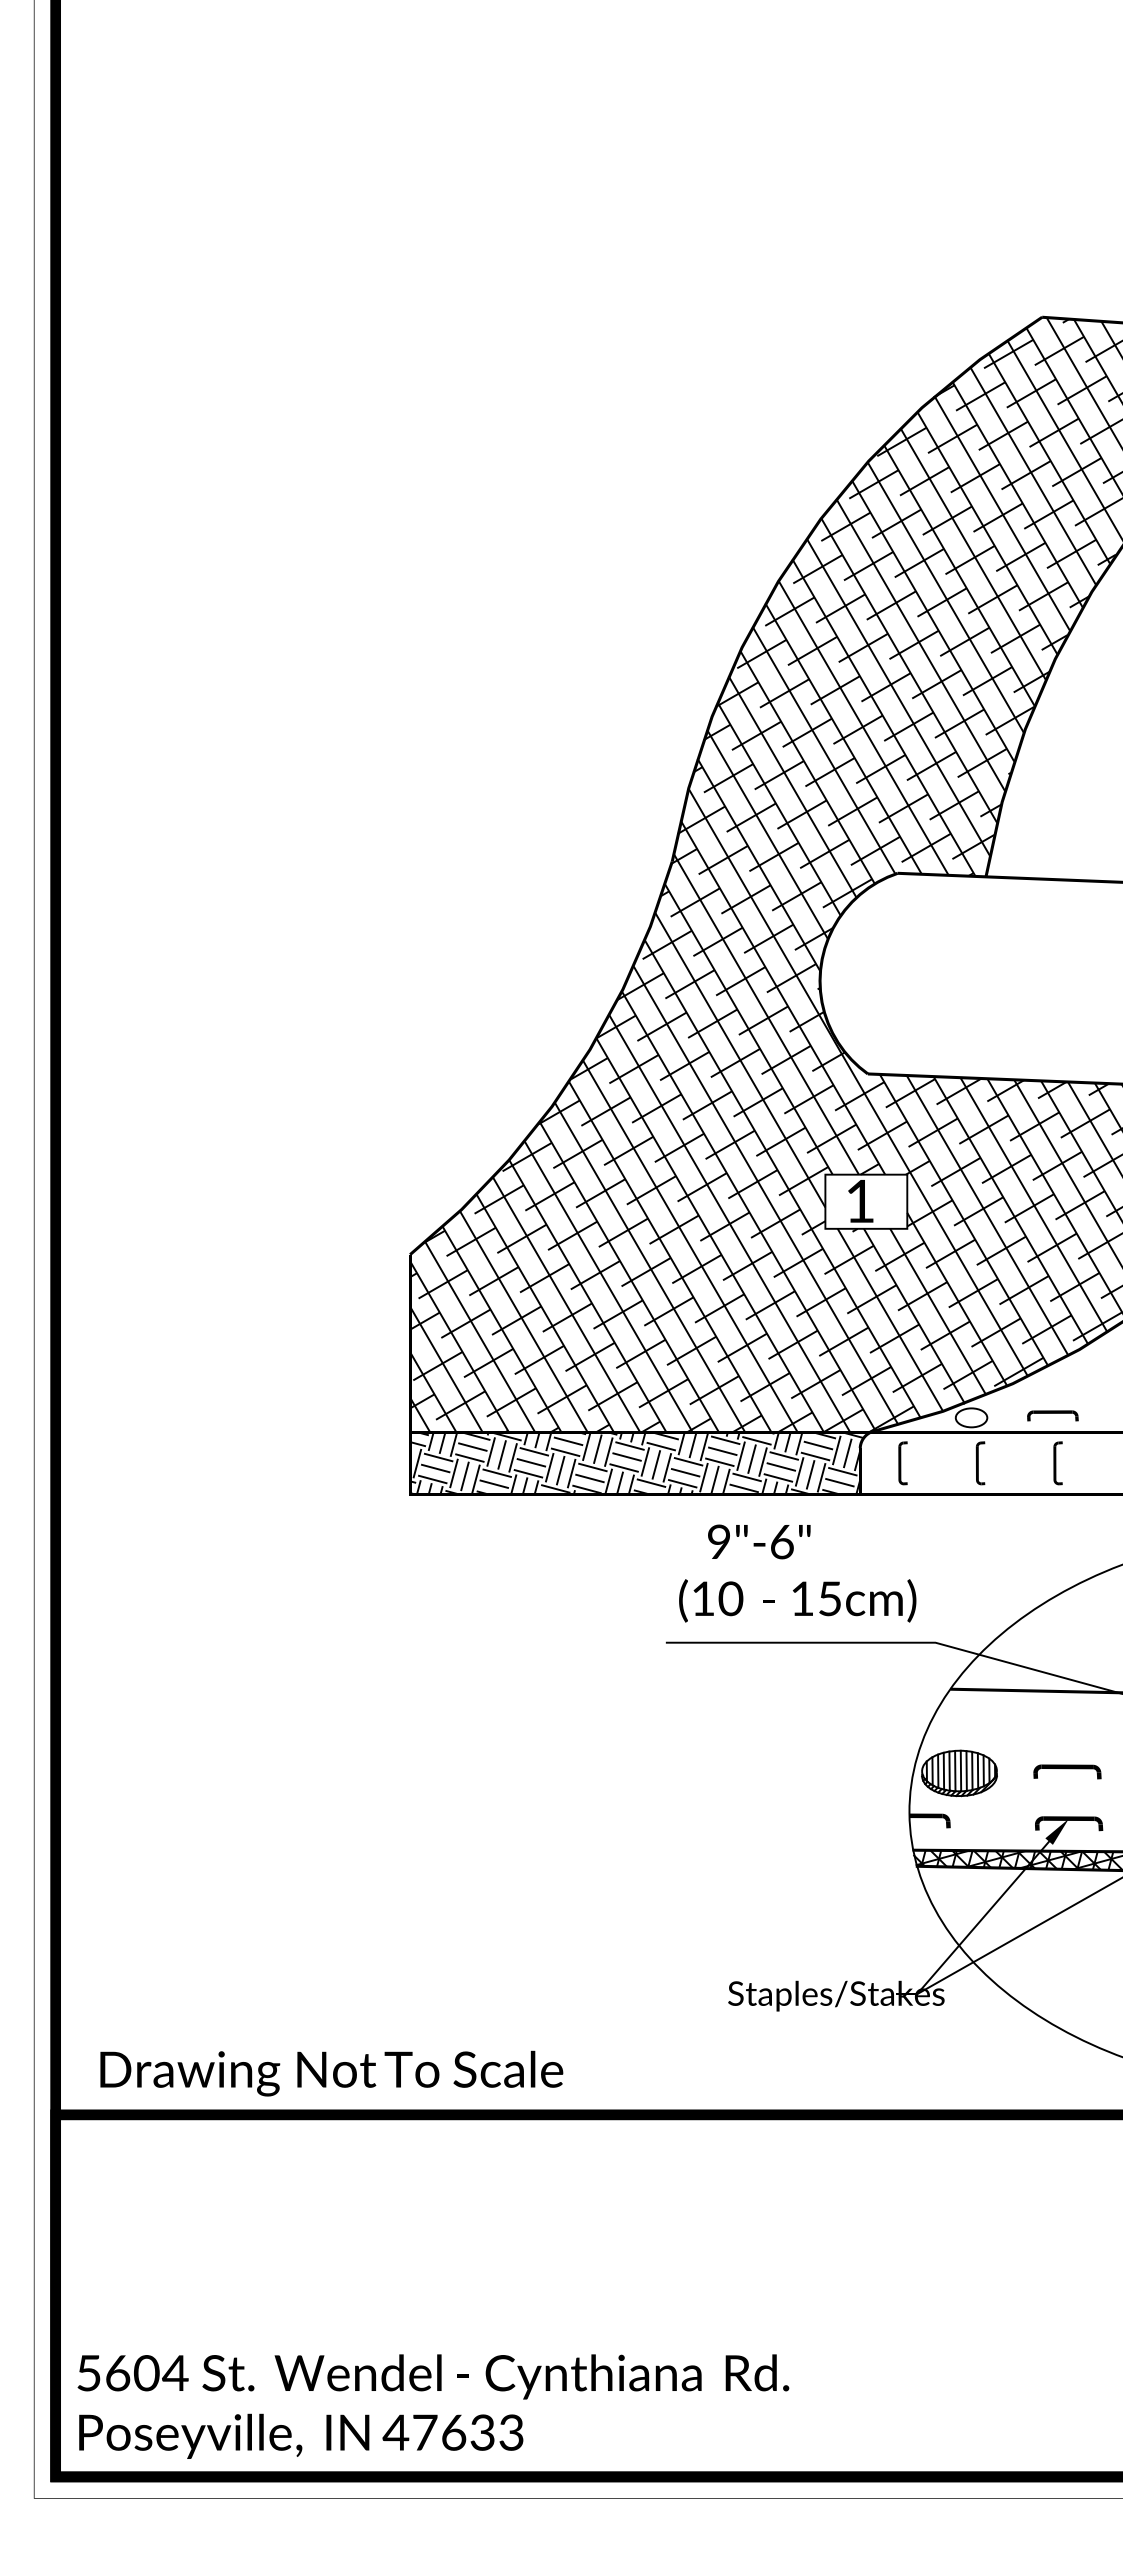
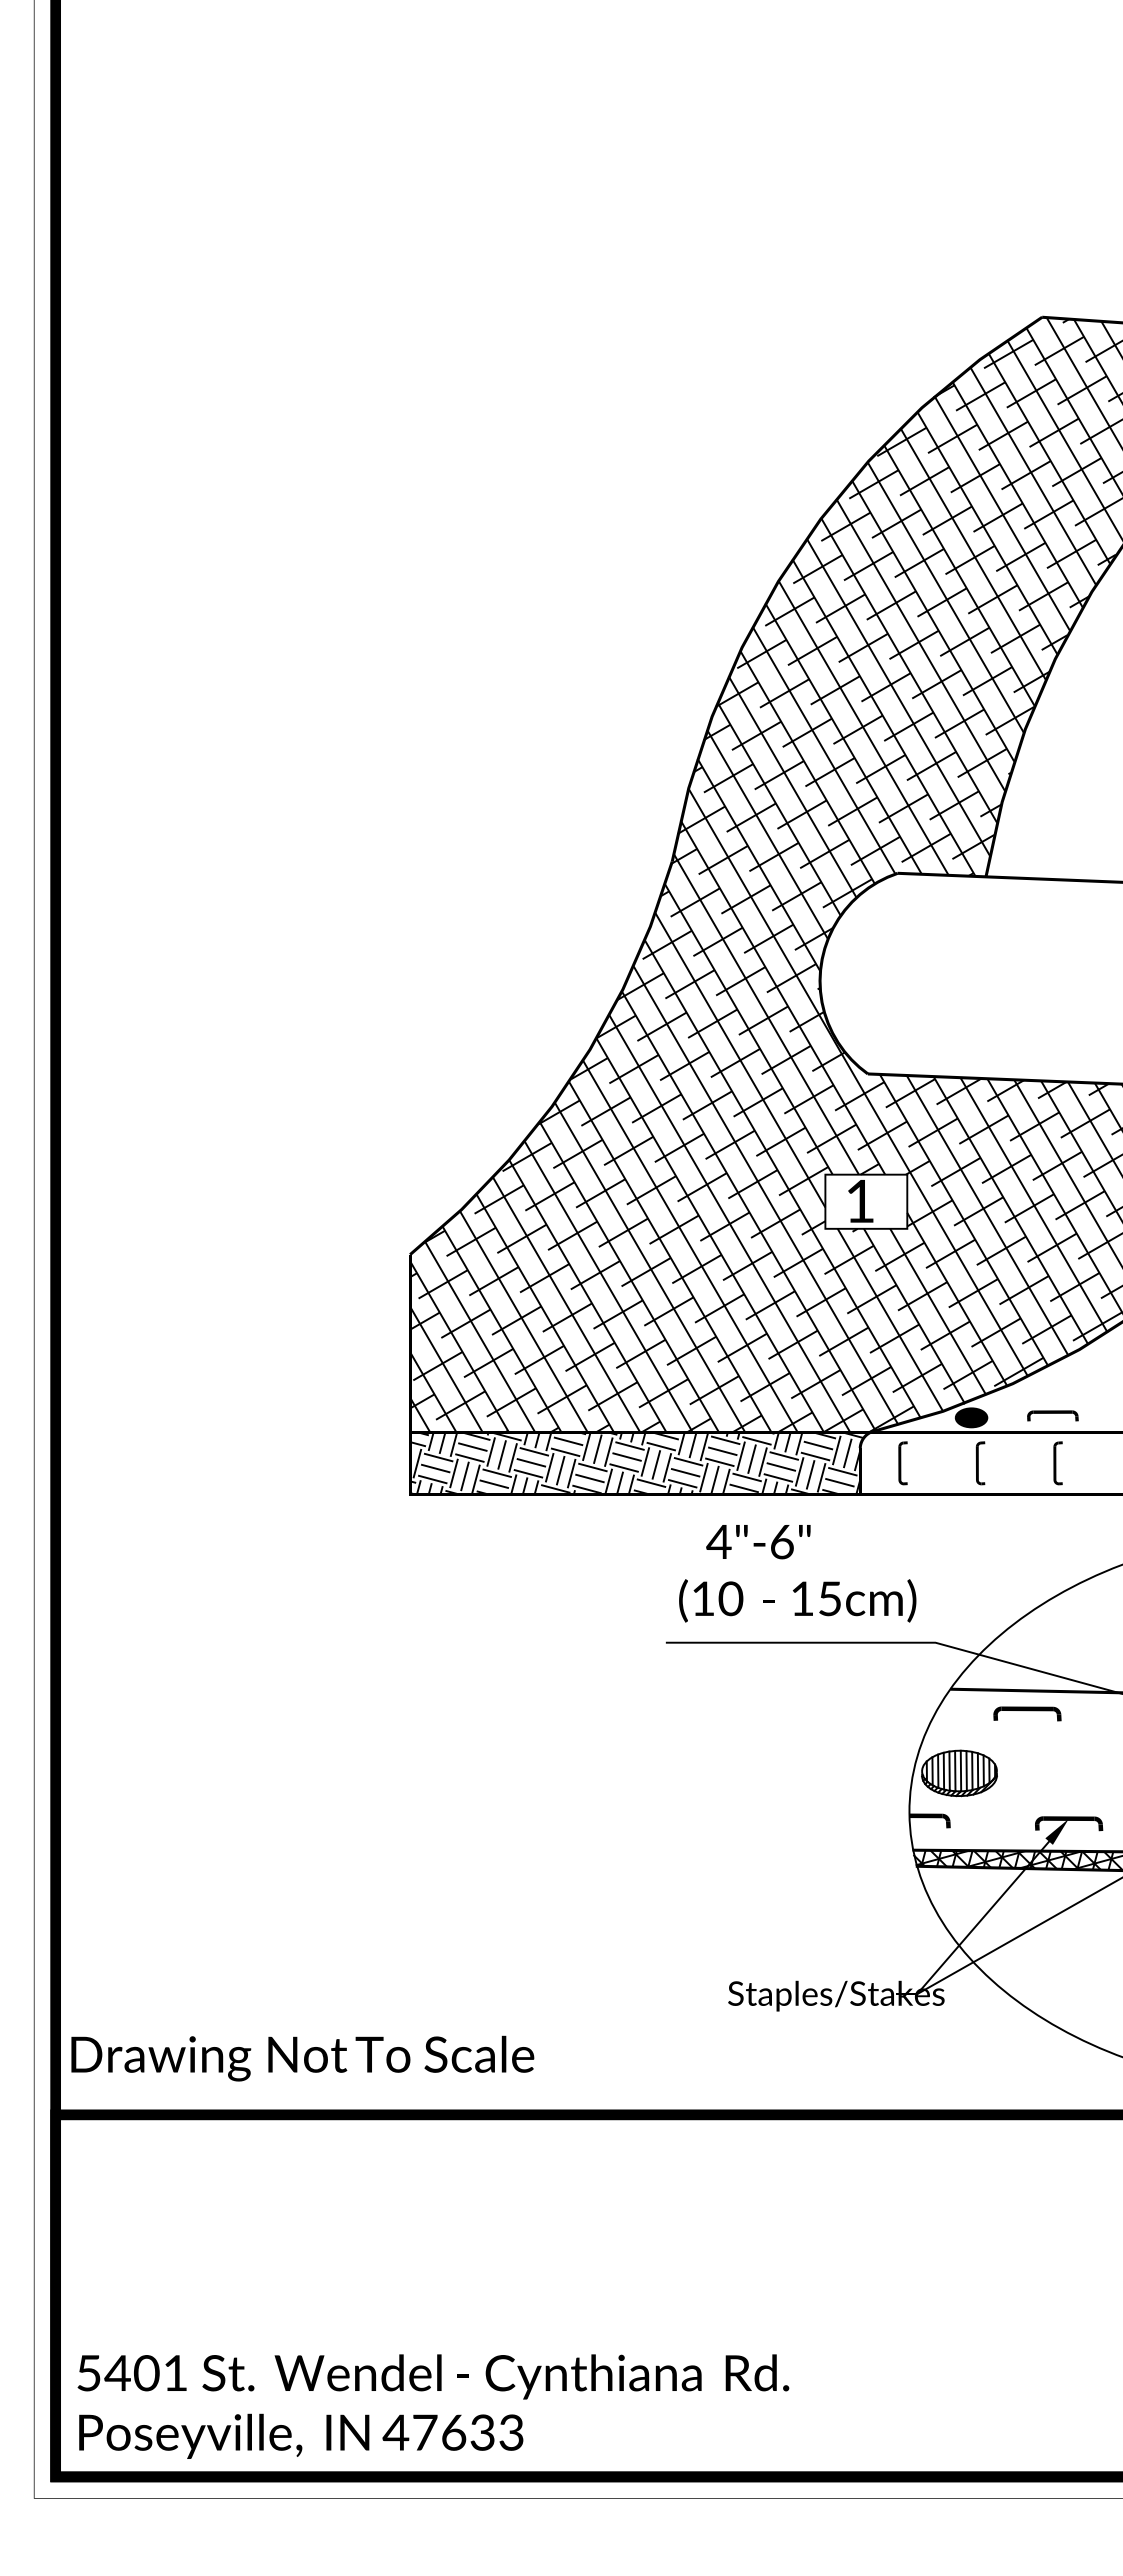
fill at (971, 1417): none -> present
text at (718, 1541): 9"-6" -> 4"-6"
curve at (1067, 1769) position: (1067, 1769) -> (1027, 1711)
text at (331, 2073) position: (331, 2073) -> (302, 2058)
text at (146, 2373): 5604 -> 5401
